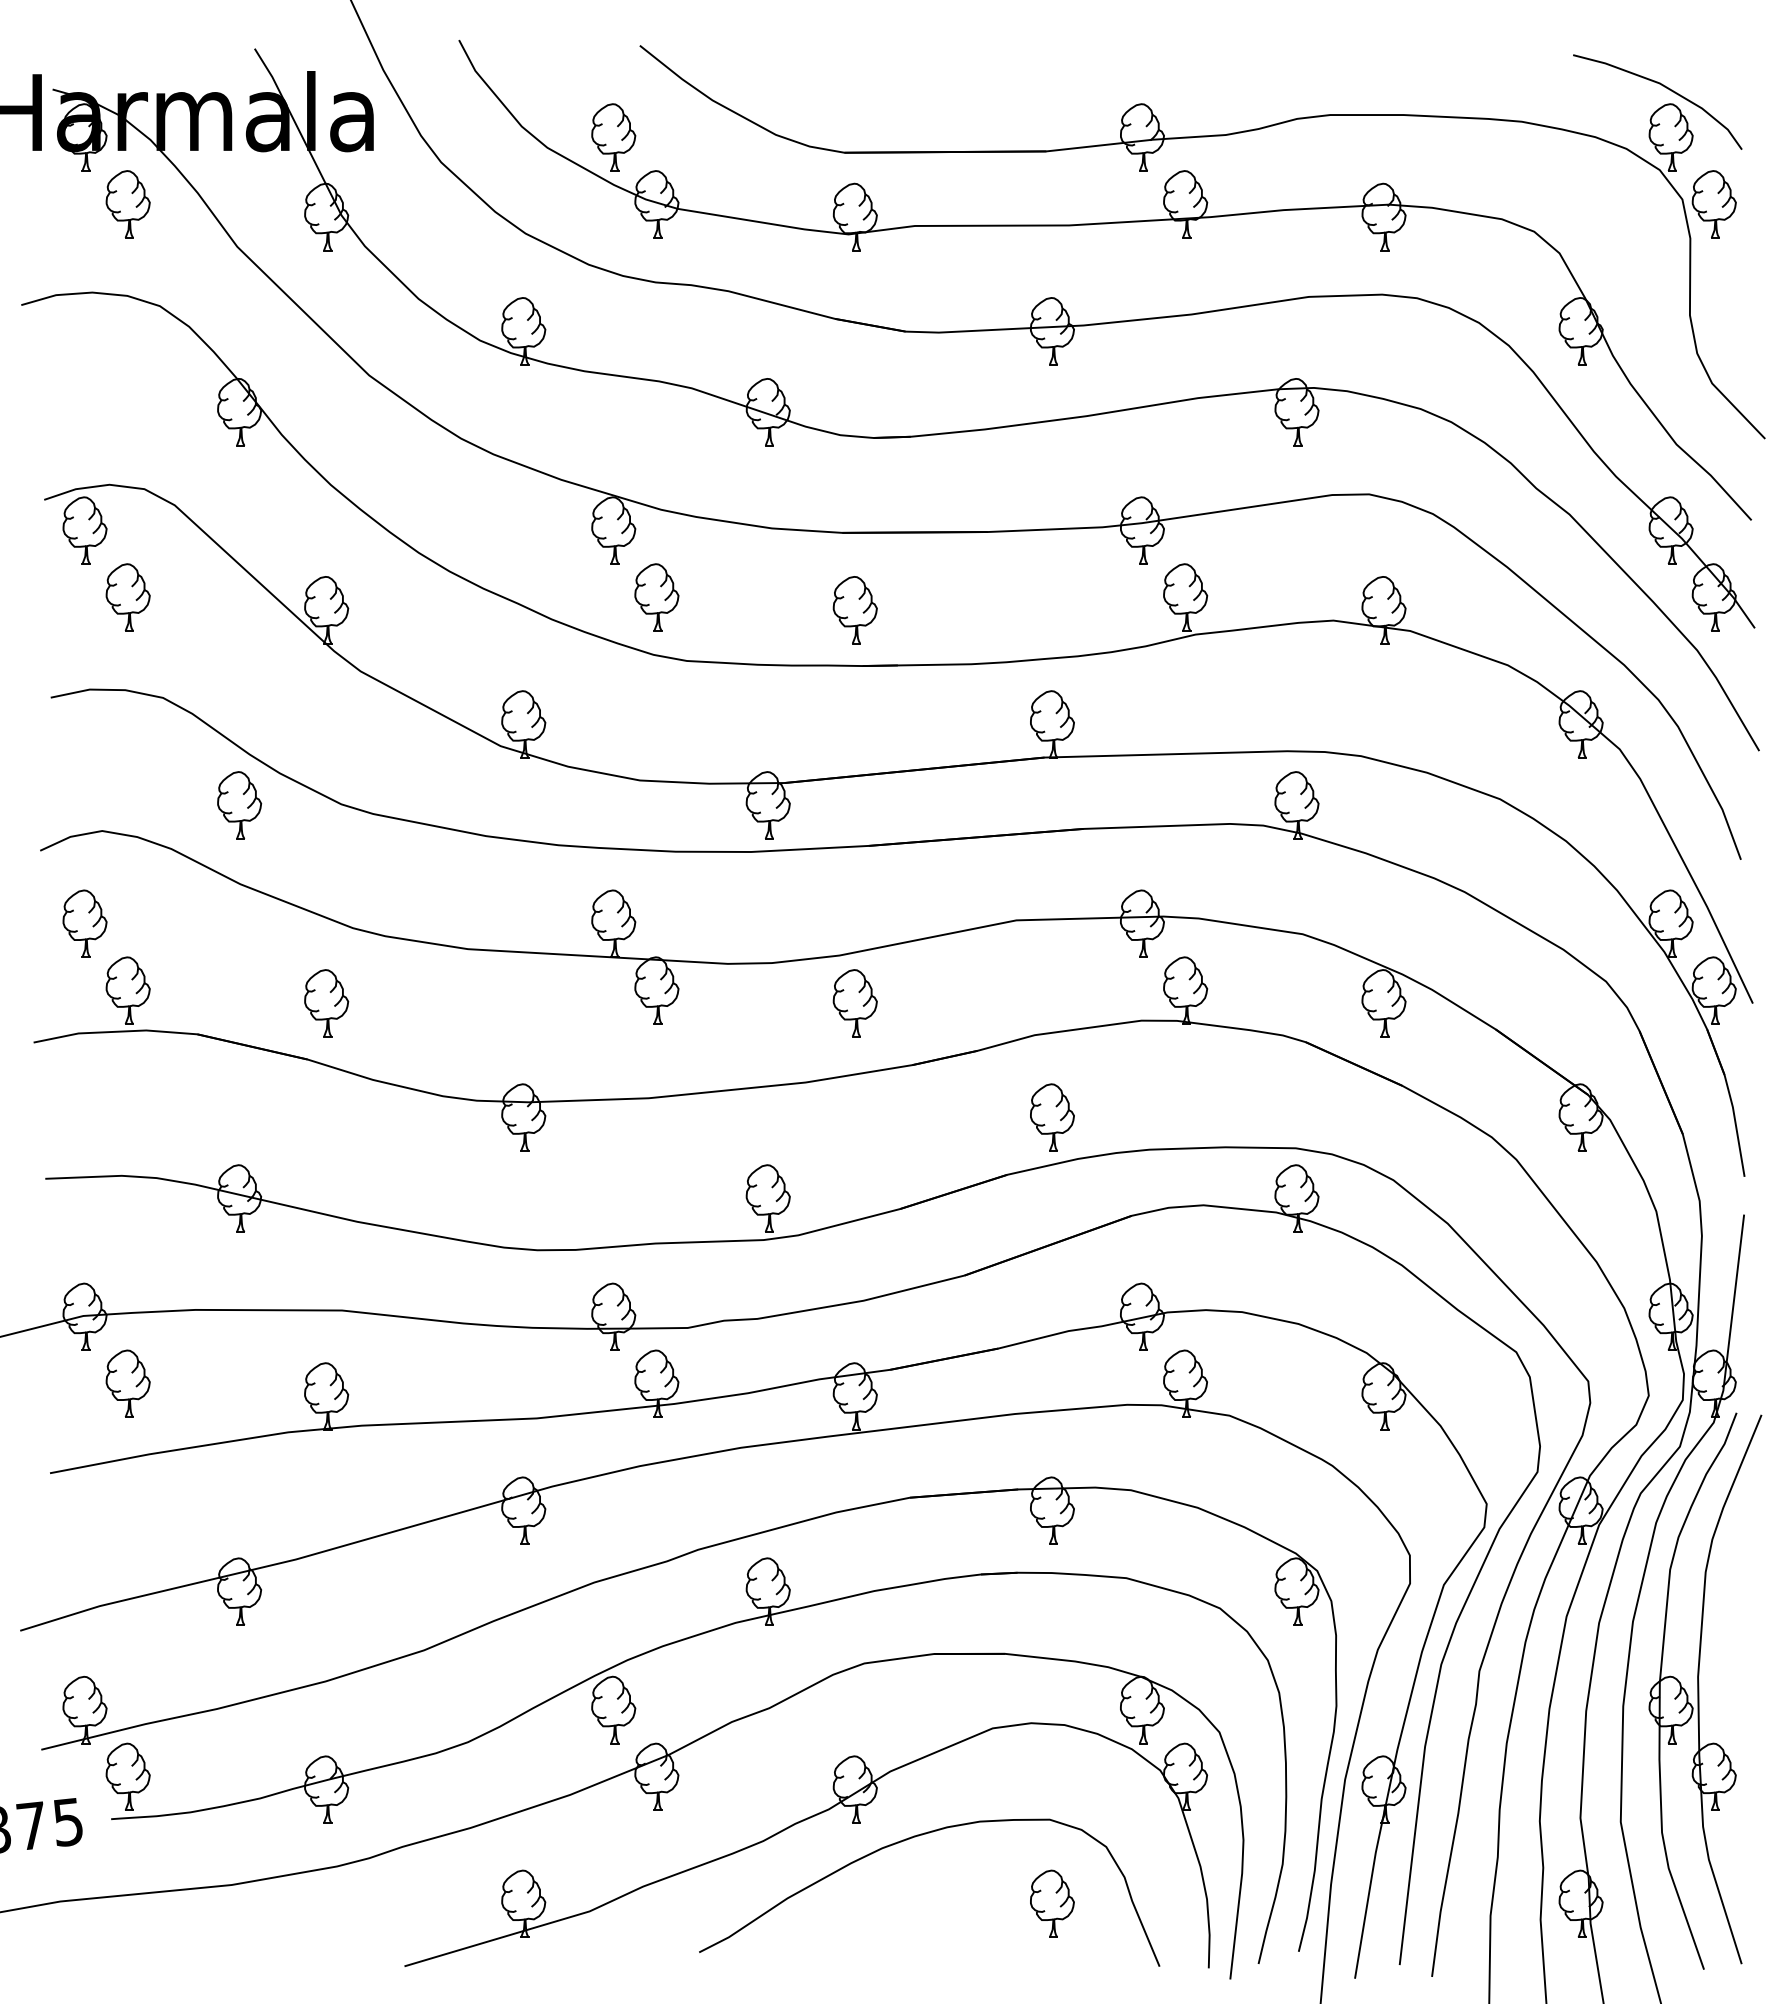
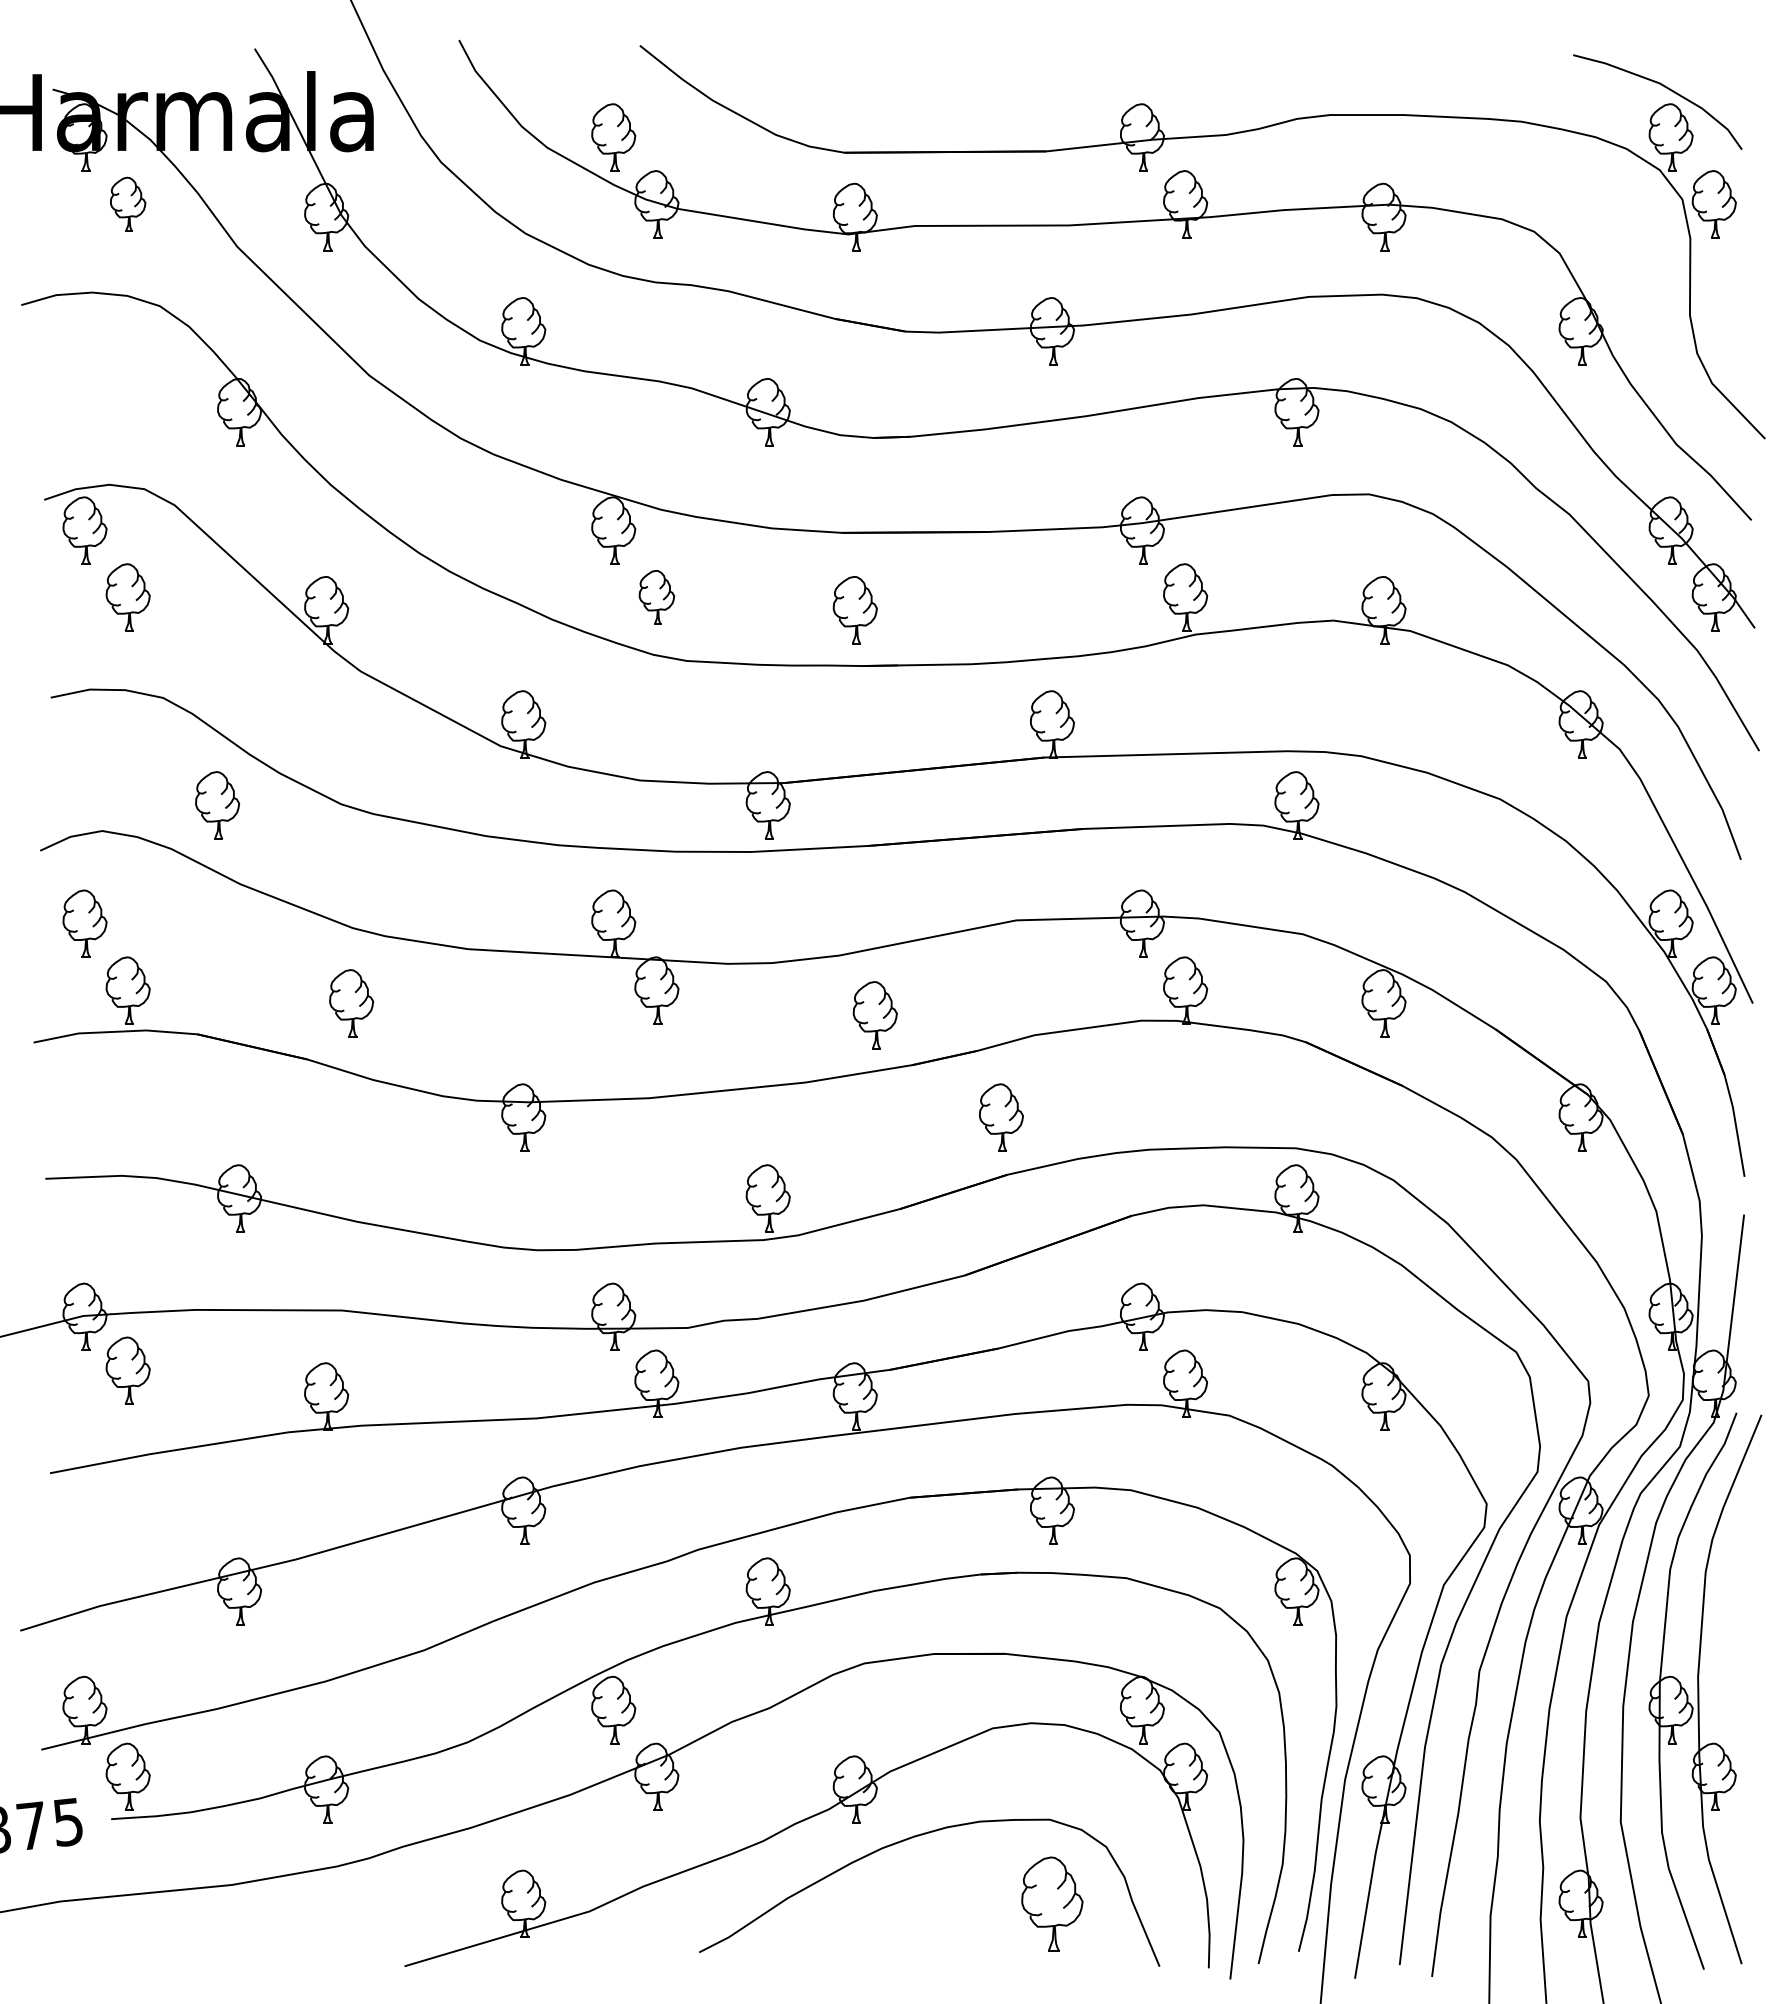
part at (127, 204) size: 46x69 px -> 37x56 px
part at (656, 597) size: 46x69 px -> 38x55 px
part at (239, 805) position: (239, 805) -> (217, 805)
part at (326, 1003) position: (326, 1003) -> (351, 1003)
part at (854, 1003) position: (854, 1003) -> (874, 1015)
part at (1052, 1117) position: (1052, 1117) -> (1001, 1117)
part at (127, 1383) position: (127, 1383) -> (127, 1370)
part at (1052, 1903) size: 45x69 px -> 63x96 px
